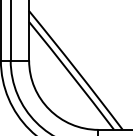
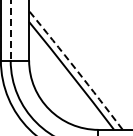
line at (10, 30): solid -> dashed
arc at (76, 69): solid -> dashed
